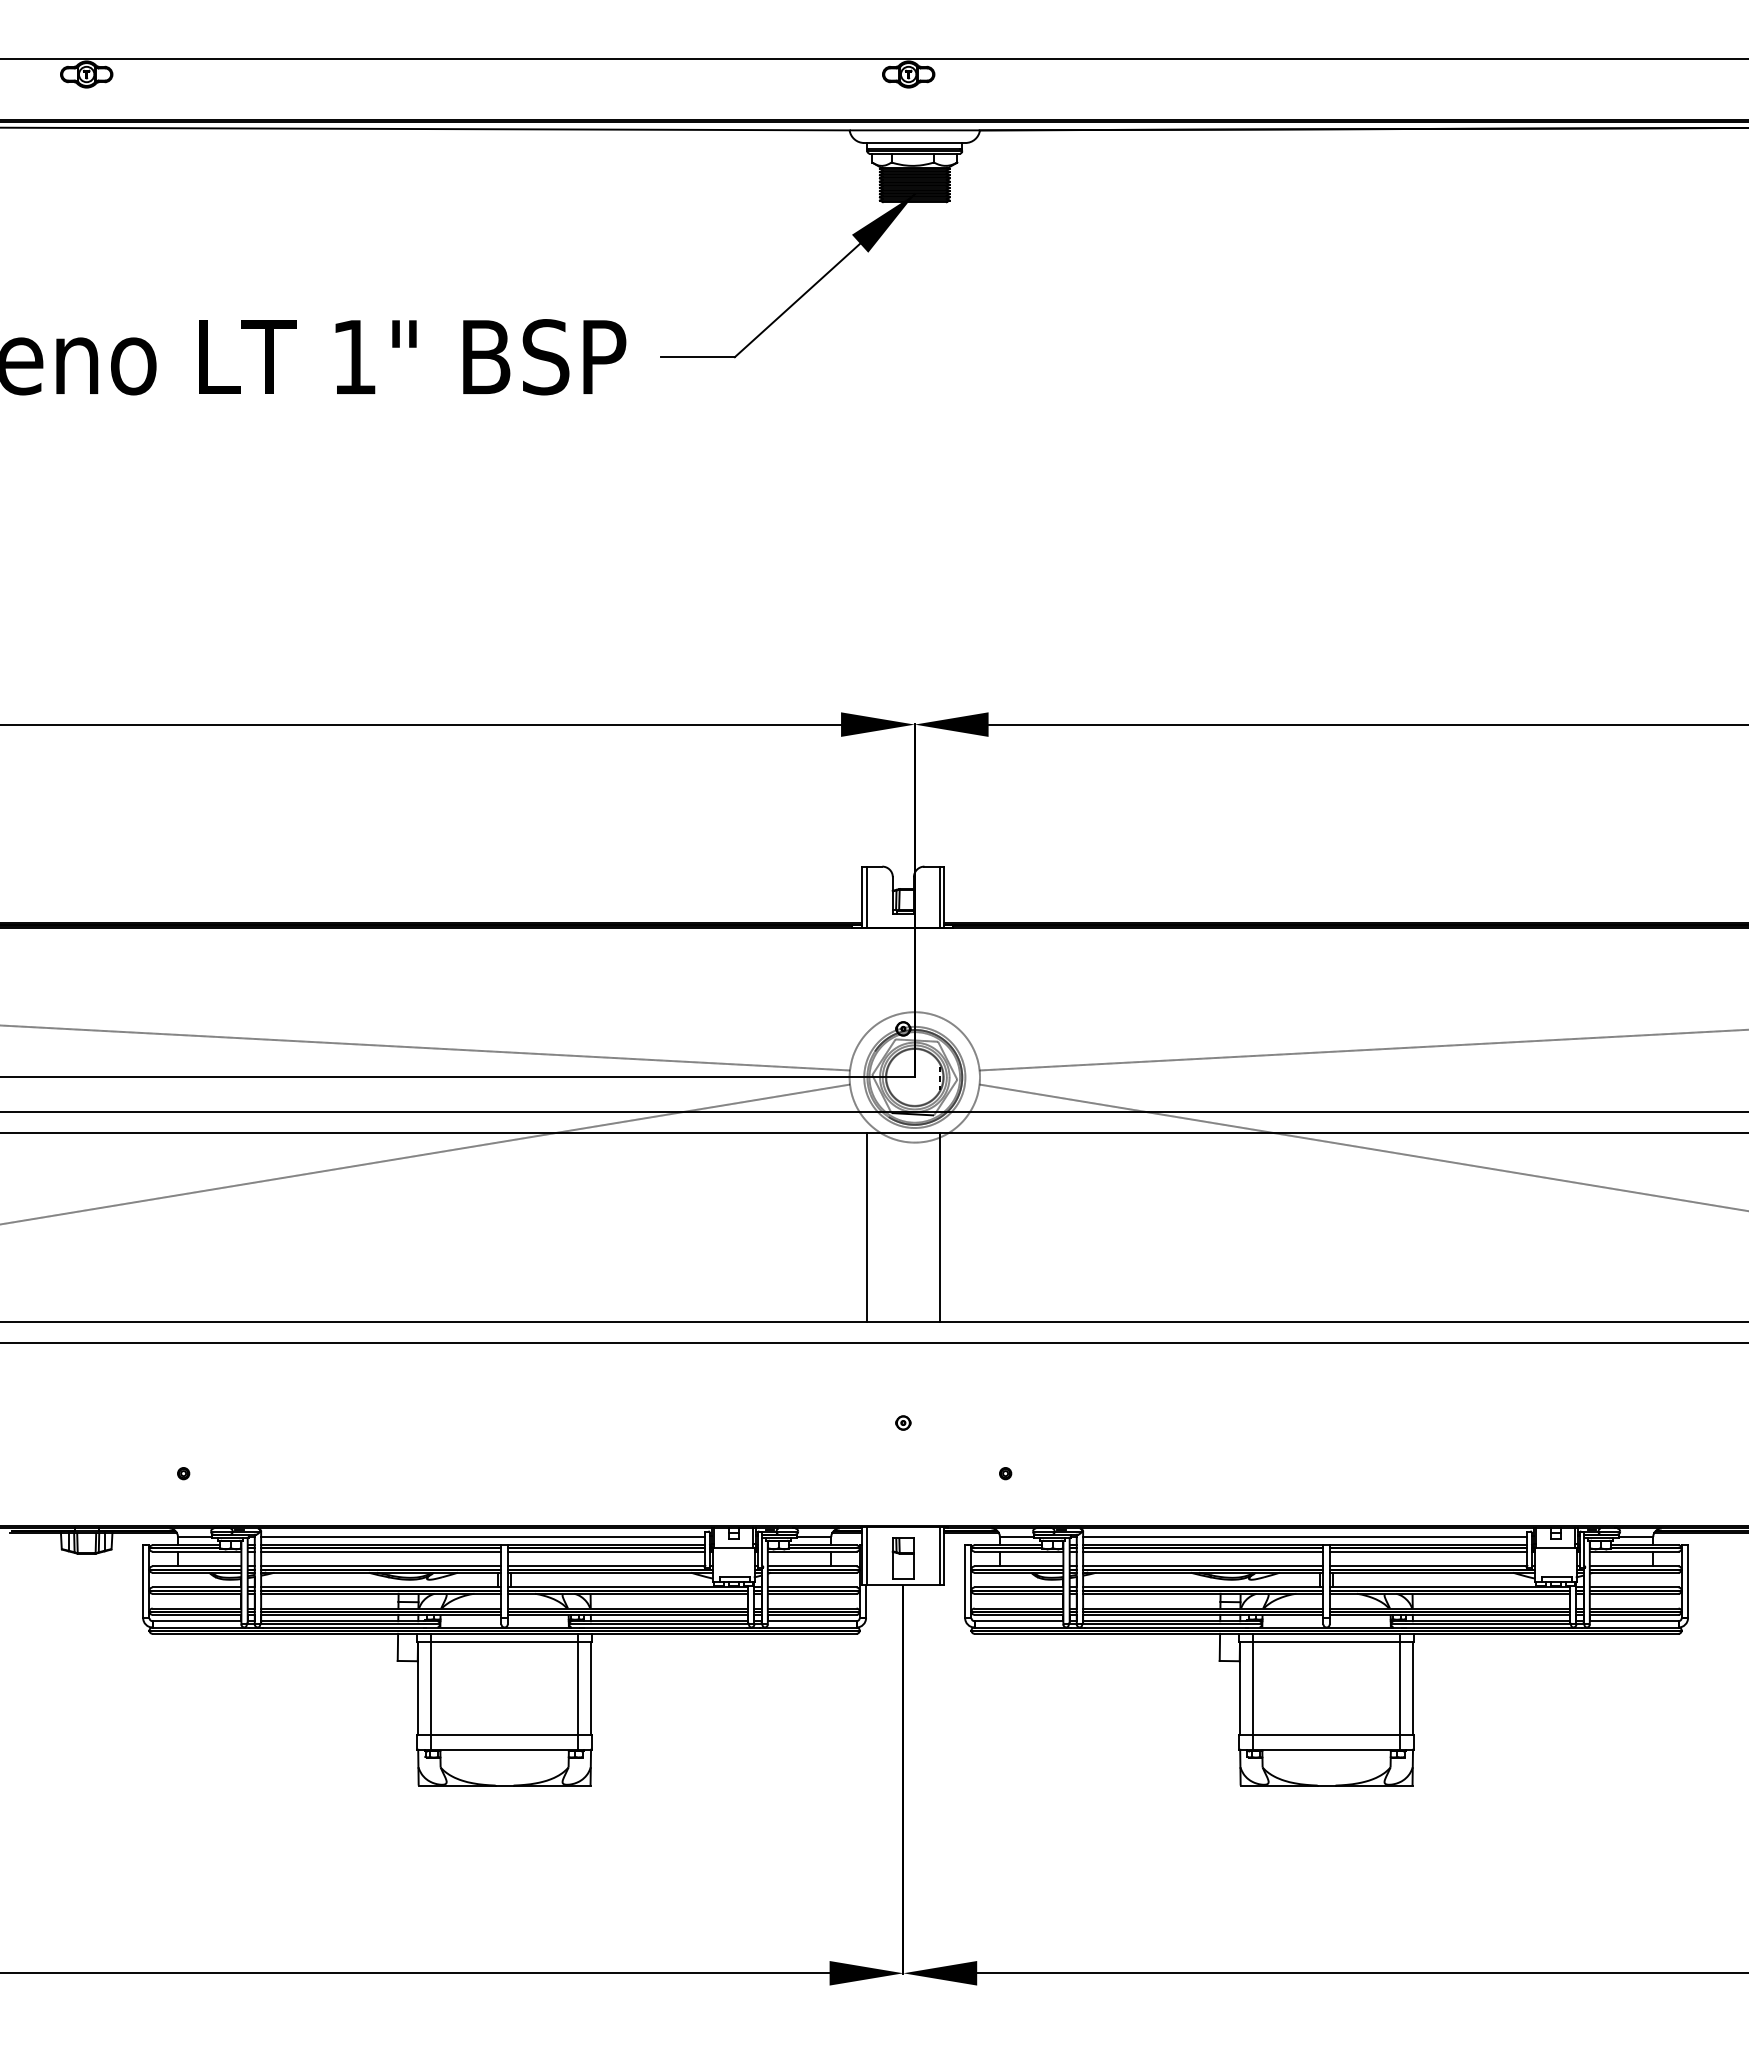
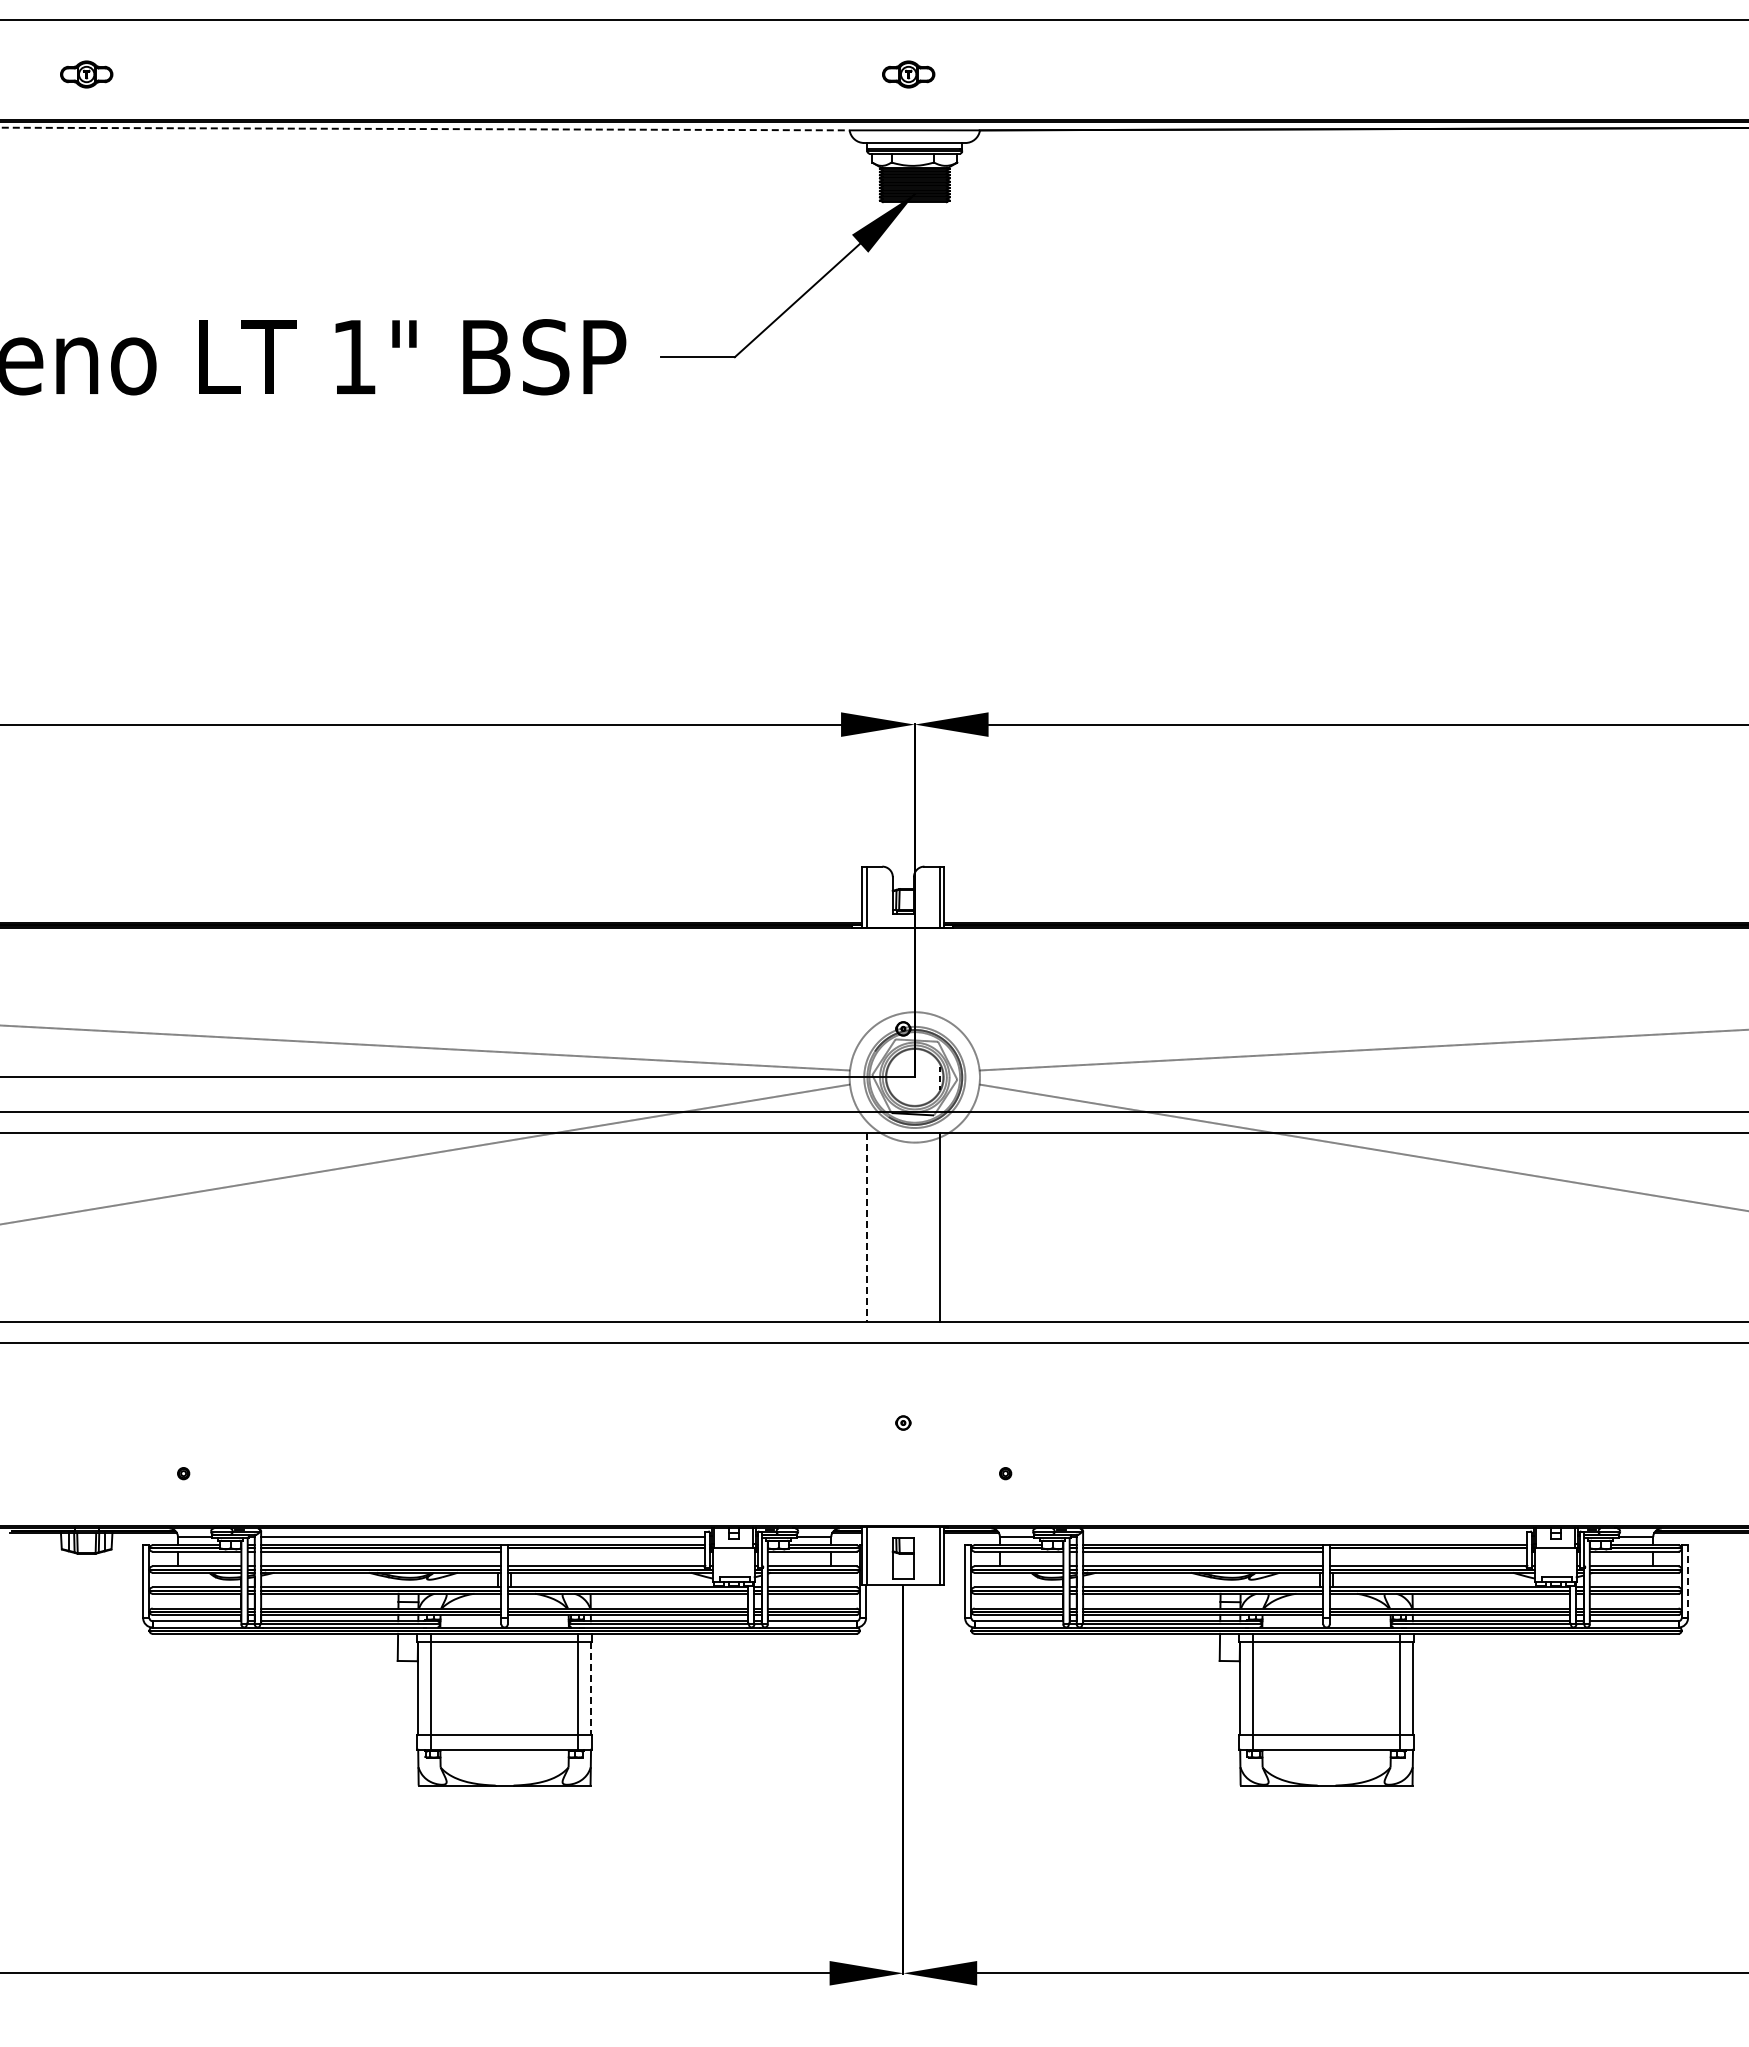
line at (873, 59) position: (873, 59) -> (873, 20)
line at (425, 129): solid -> dashed
line at (866, 1227): solid -> dashed
line at (1305, 1536): present -> none
line at (606, 1551): present -> none
line at (1428, 1551): present -> none
line at (1688, 1581): solid -> dashed
line at (591, 1689): solid -> dashed
